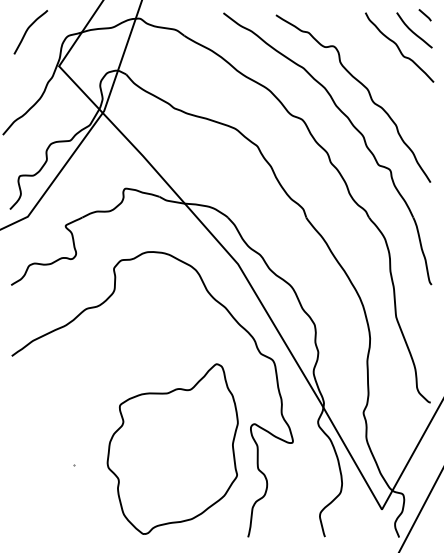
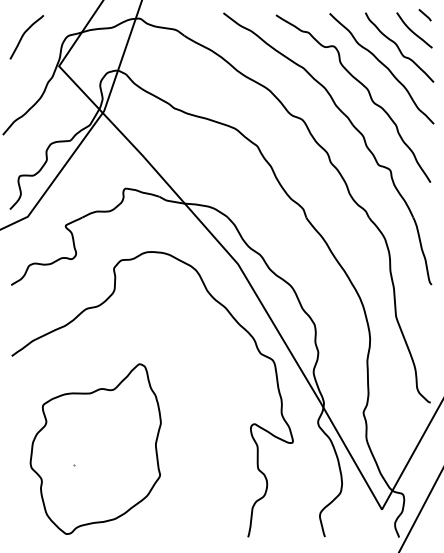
curve at (27, 31) position: (27, 31) -> (23, 36)
curve at (382, 65): none -> present
part at (172, 448) position: (172, 448) -> (95, 448)
